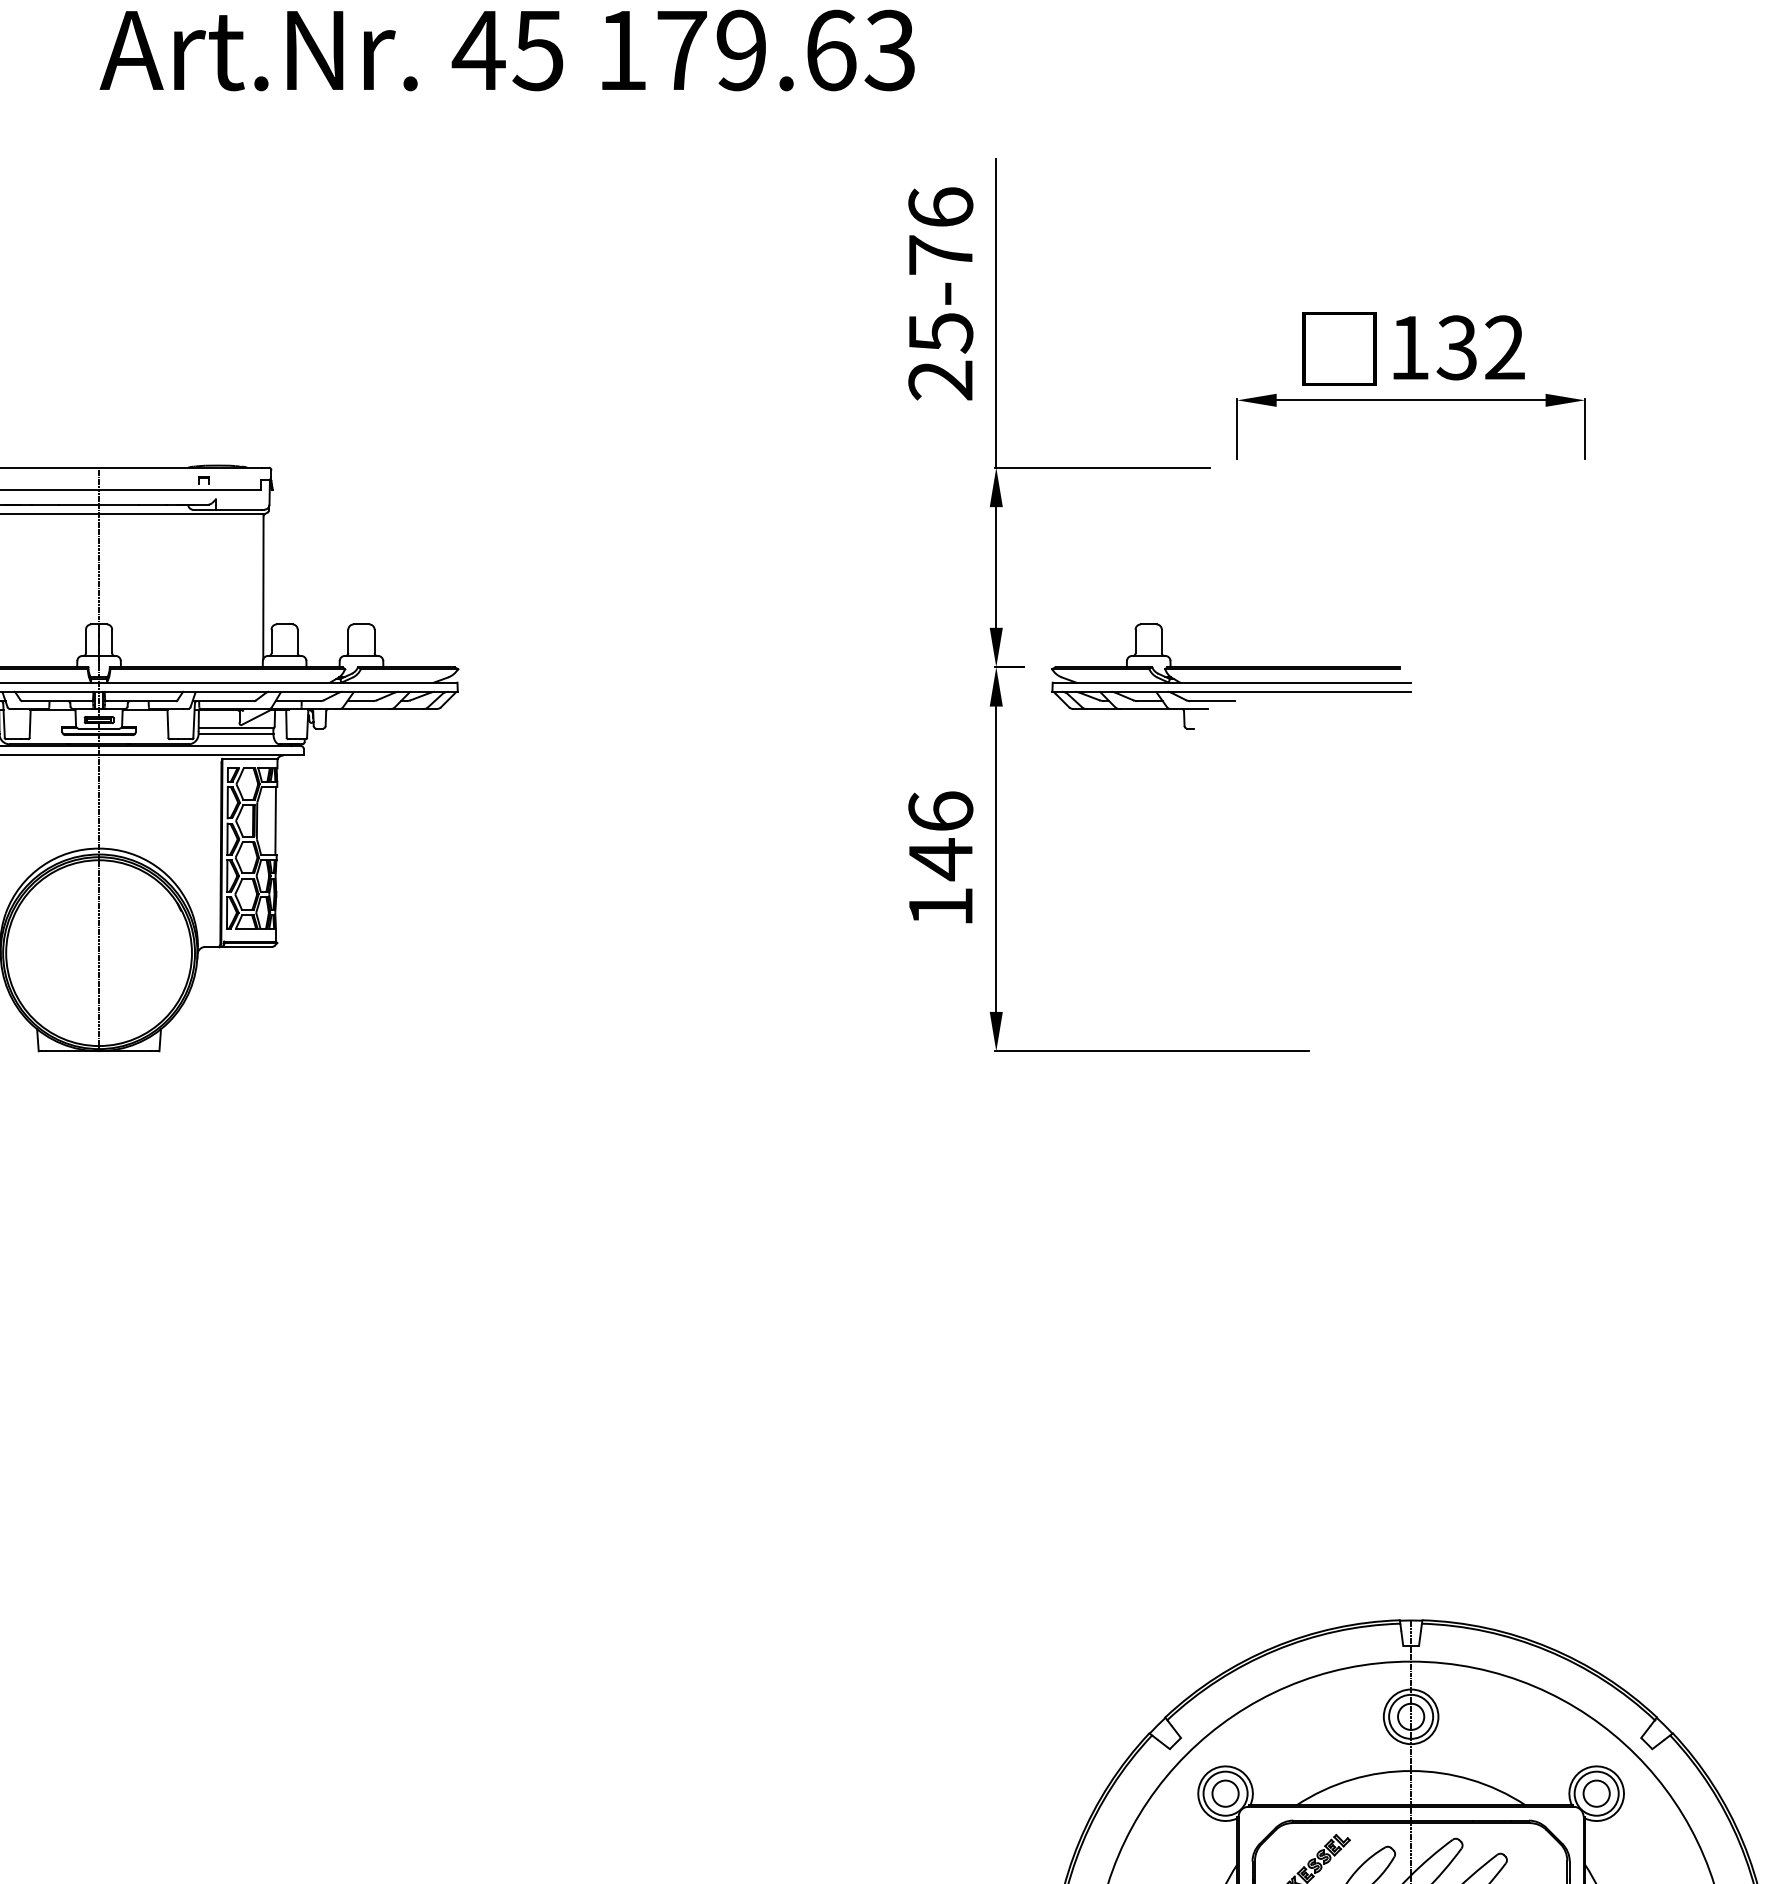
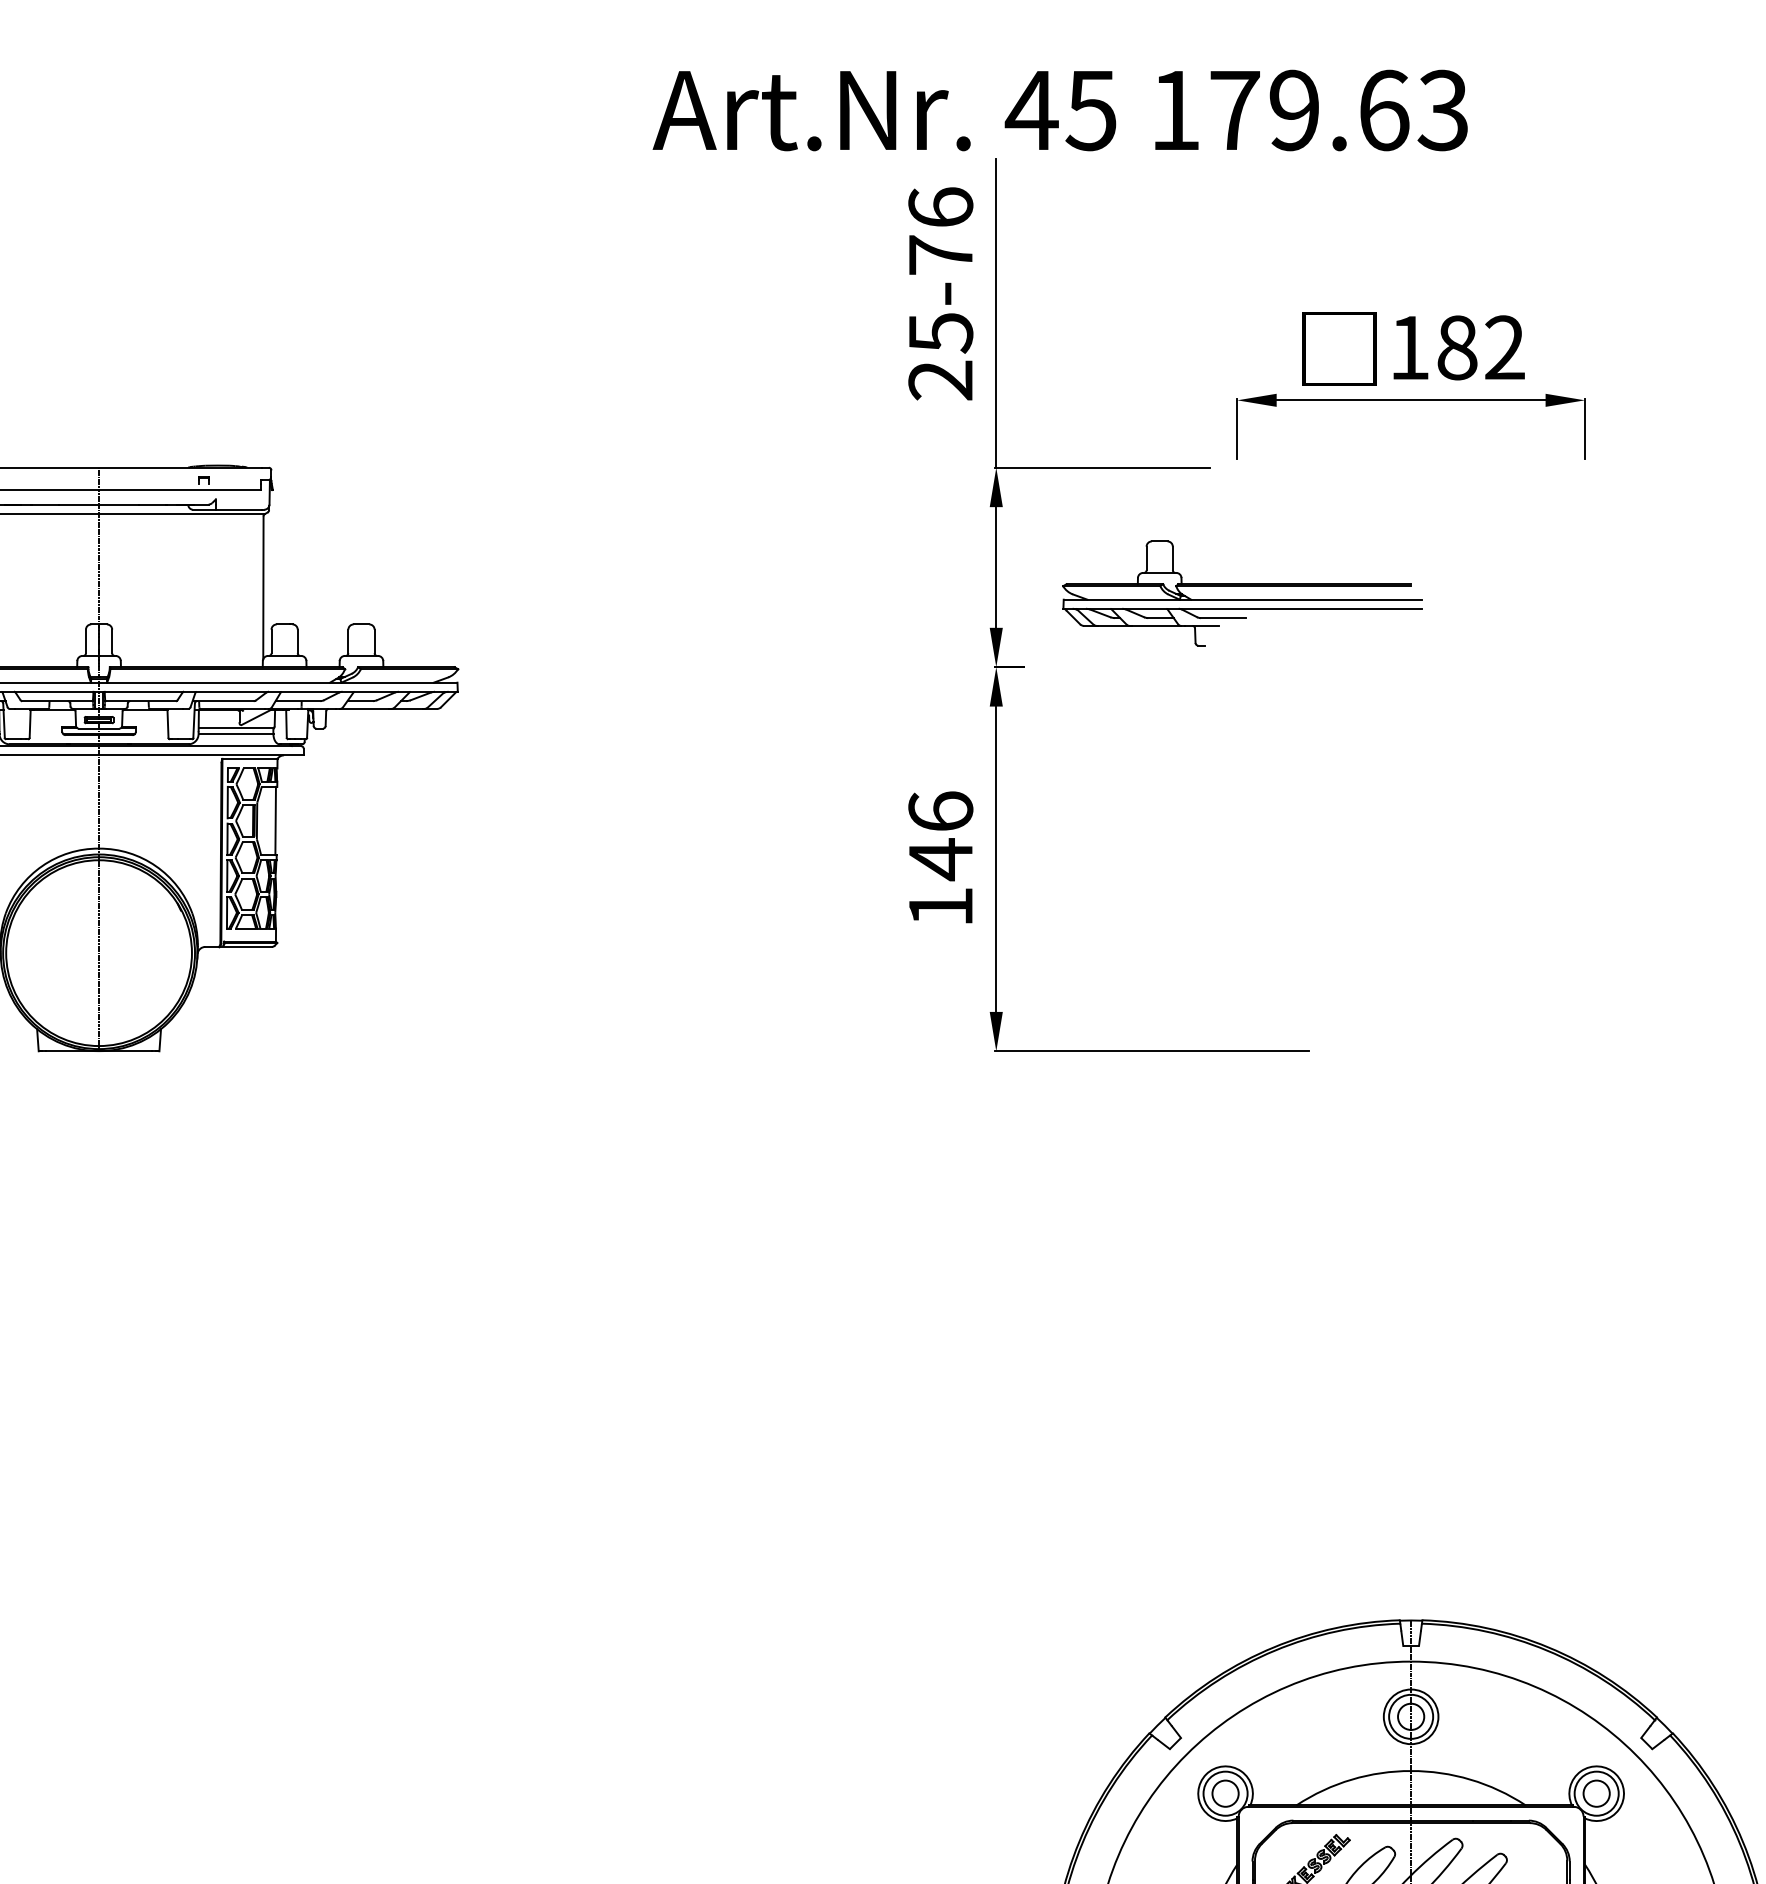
text at (506, 50) position: (506, 50) -> (1059, 110)
text at (1456, 347): 132 -> 182
part at (1231, 676) position: (1231, 676) -> (1242, 593)
